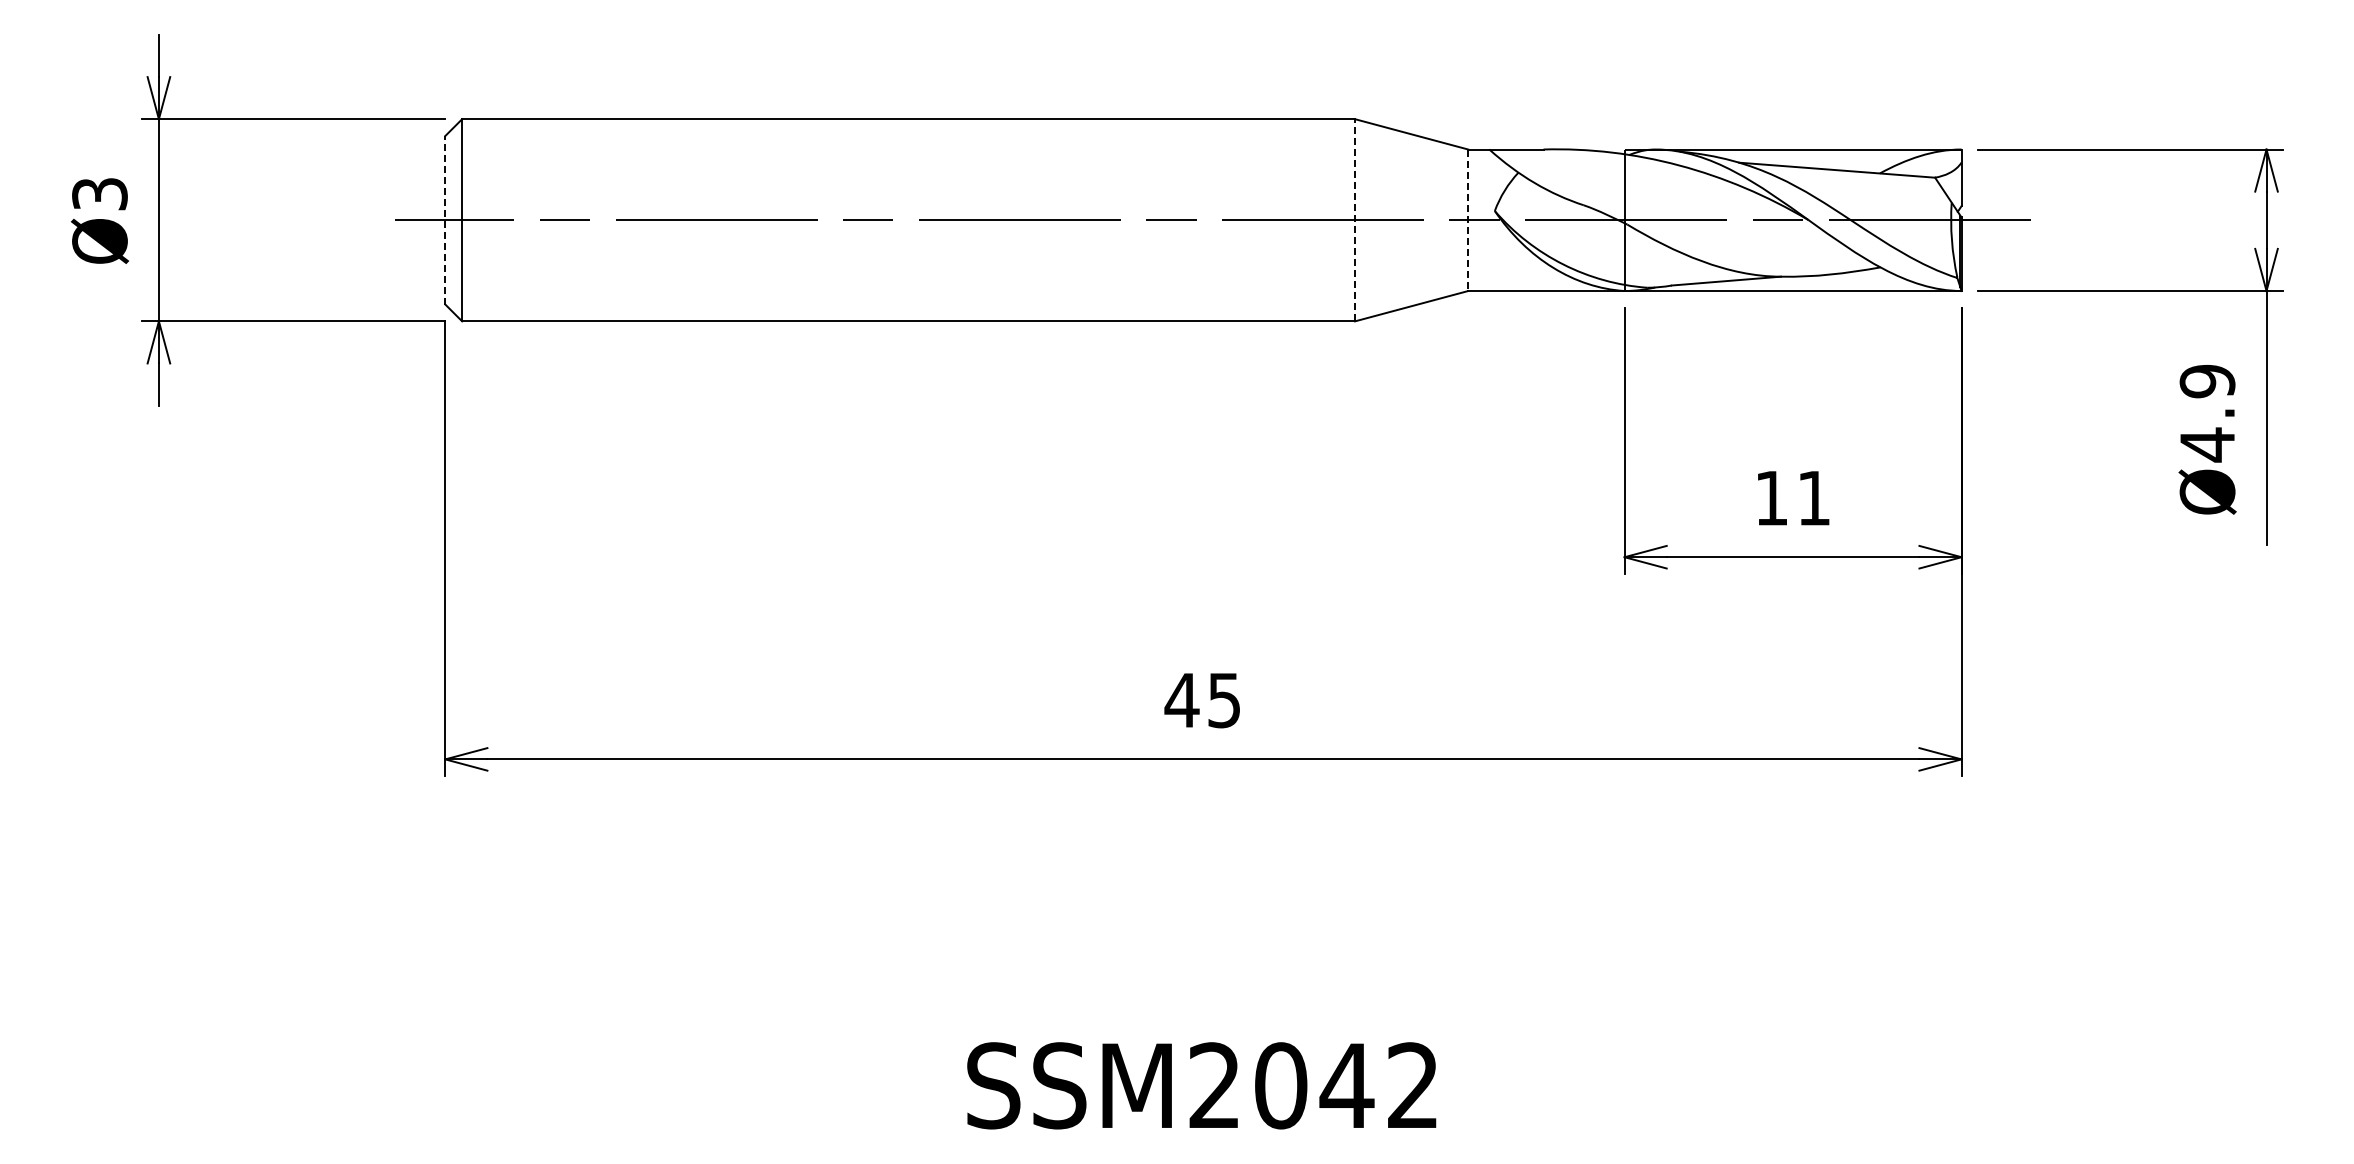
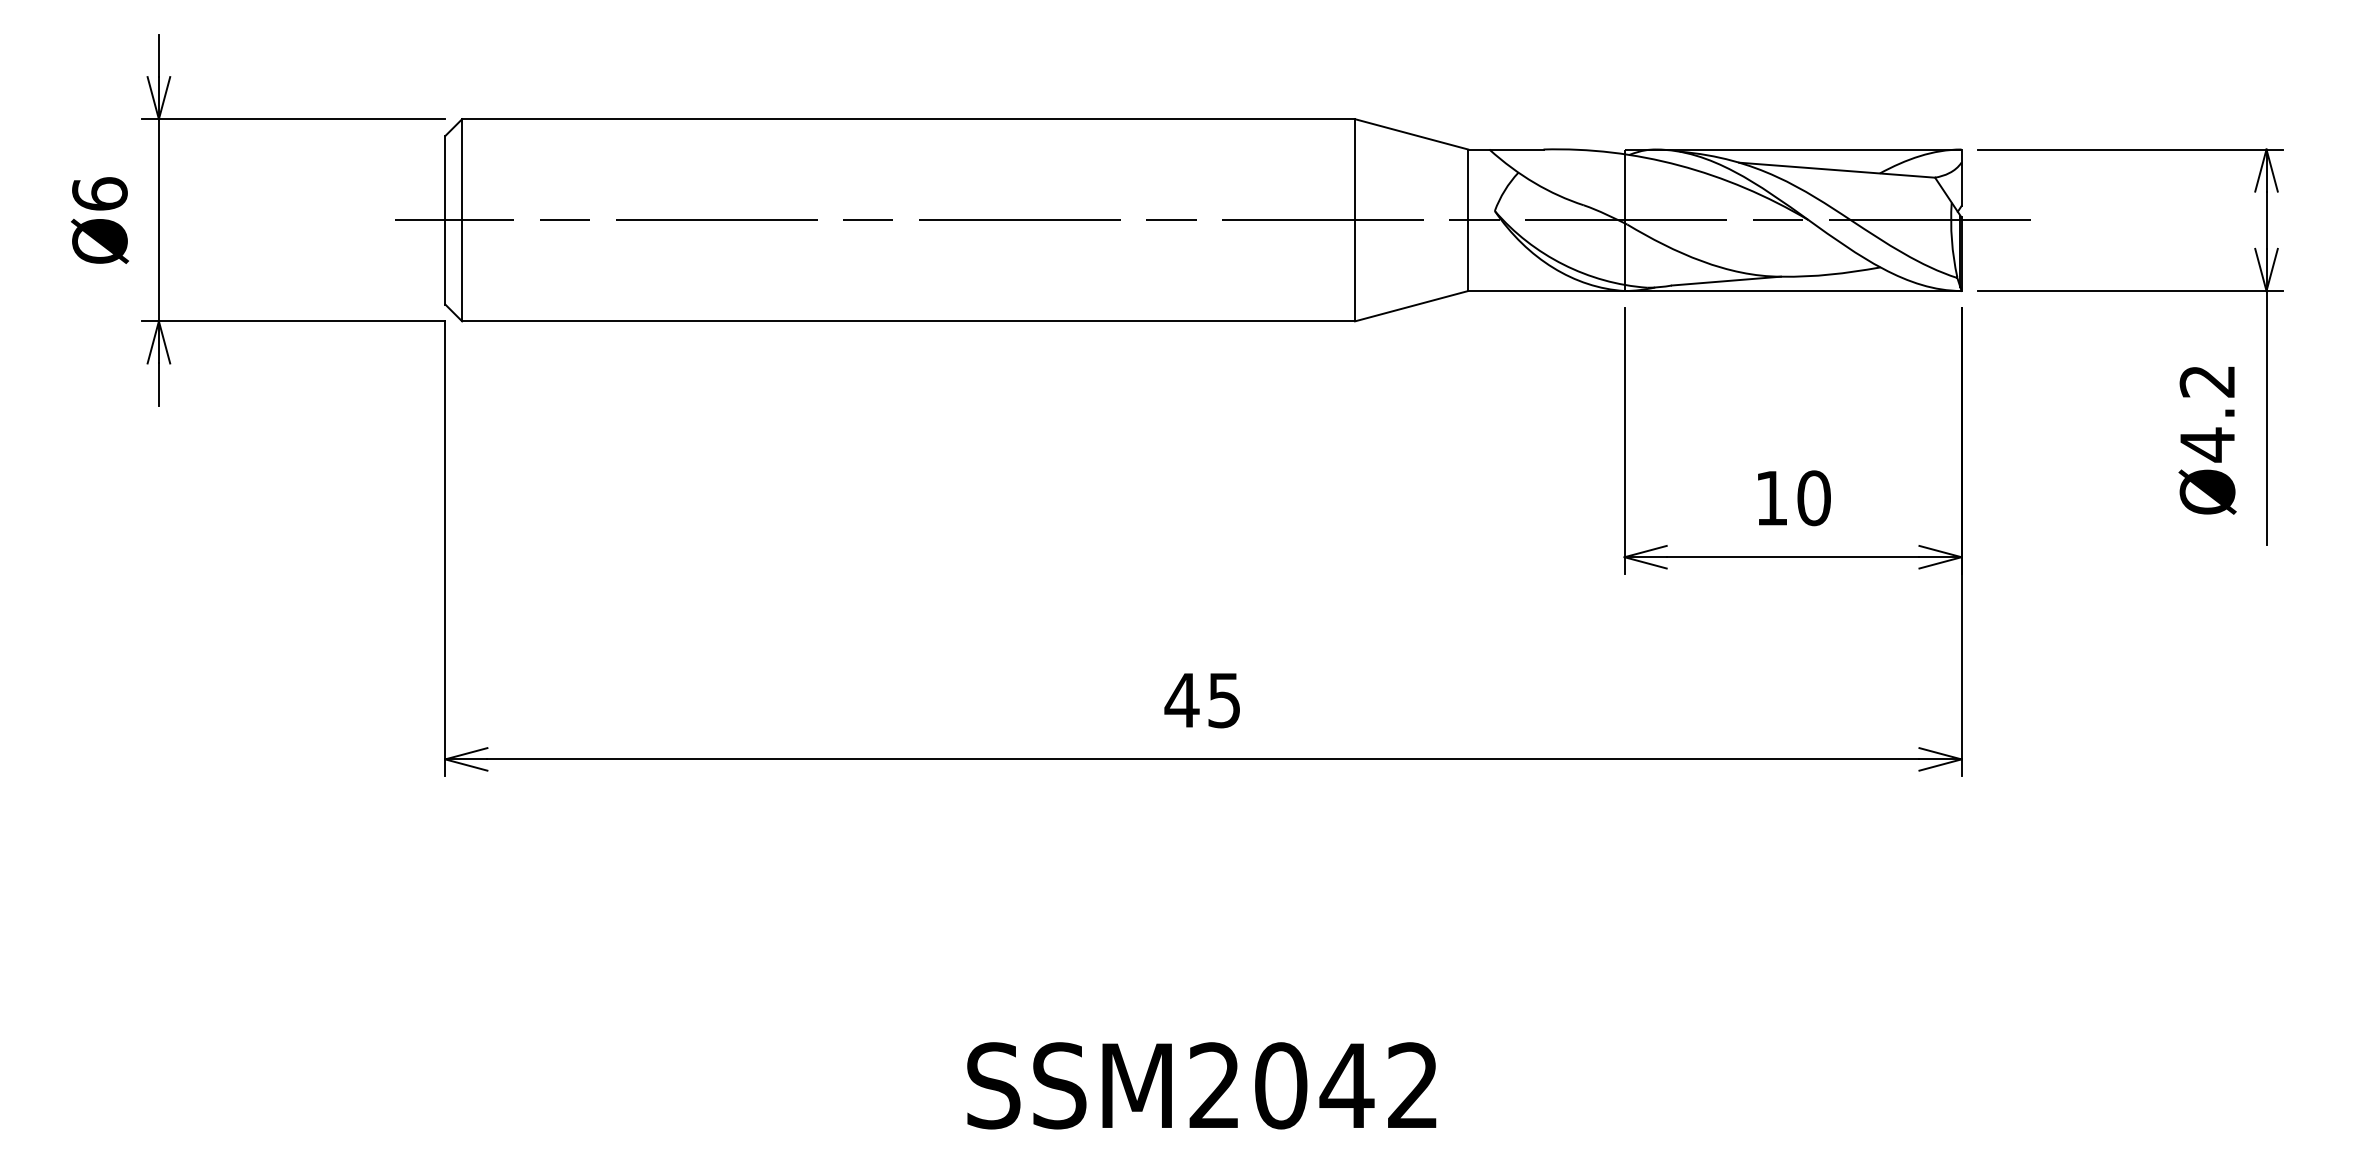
text at (99, 193): Ø3 -> Ø6
line at (445, 219): dashed -> solid
line at (1355, 219): dashed -> solid
line at (1468, 220): dashed -> solid
text at (2207, 381): Ø4.9 -> Ø4.2
text at (1813, 498): 11 -> 10
